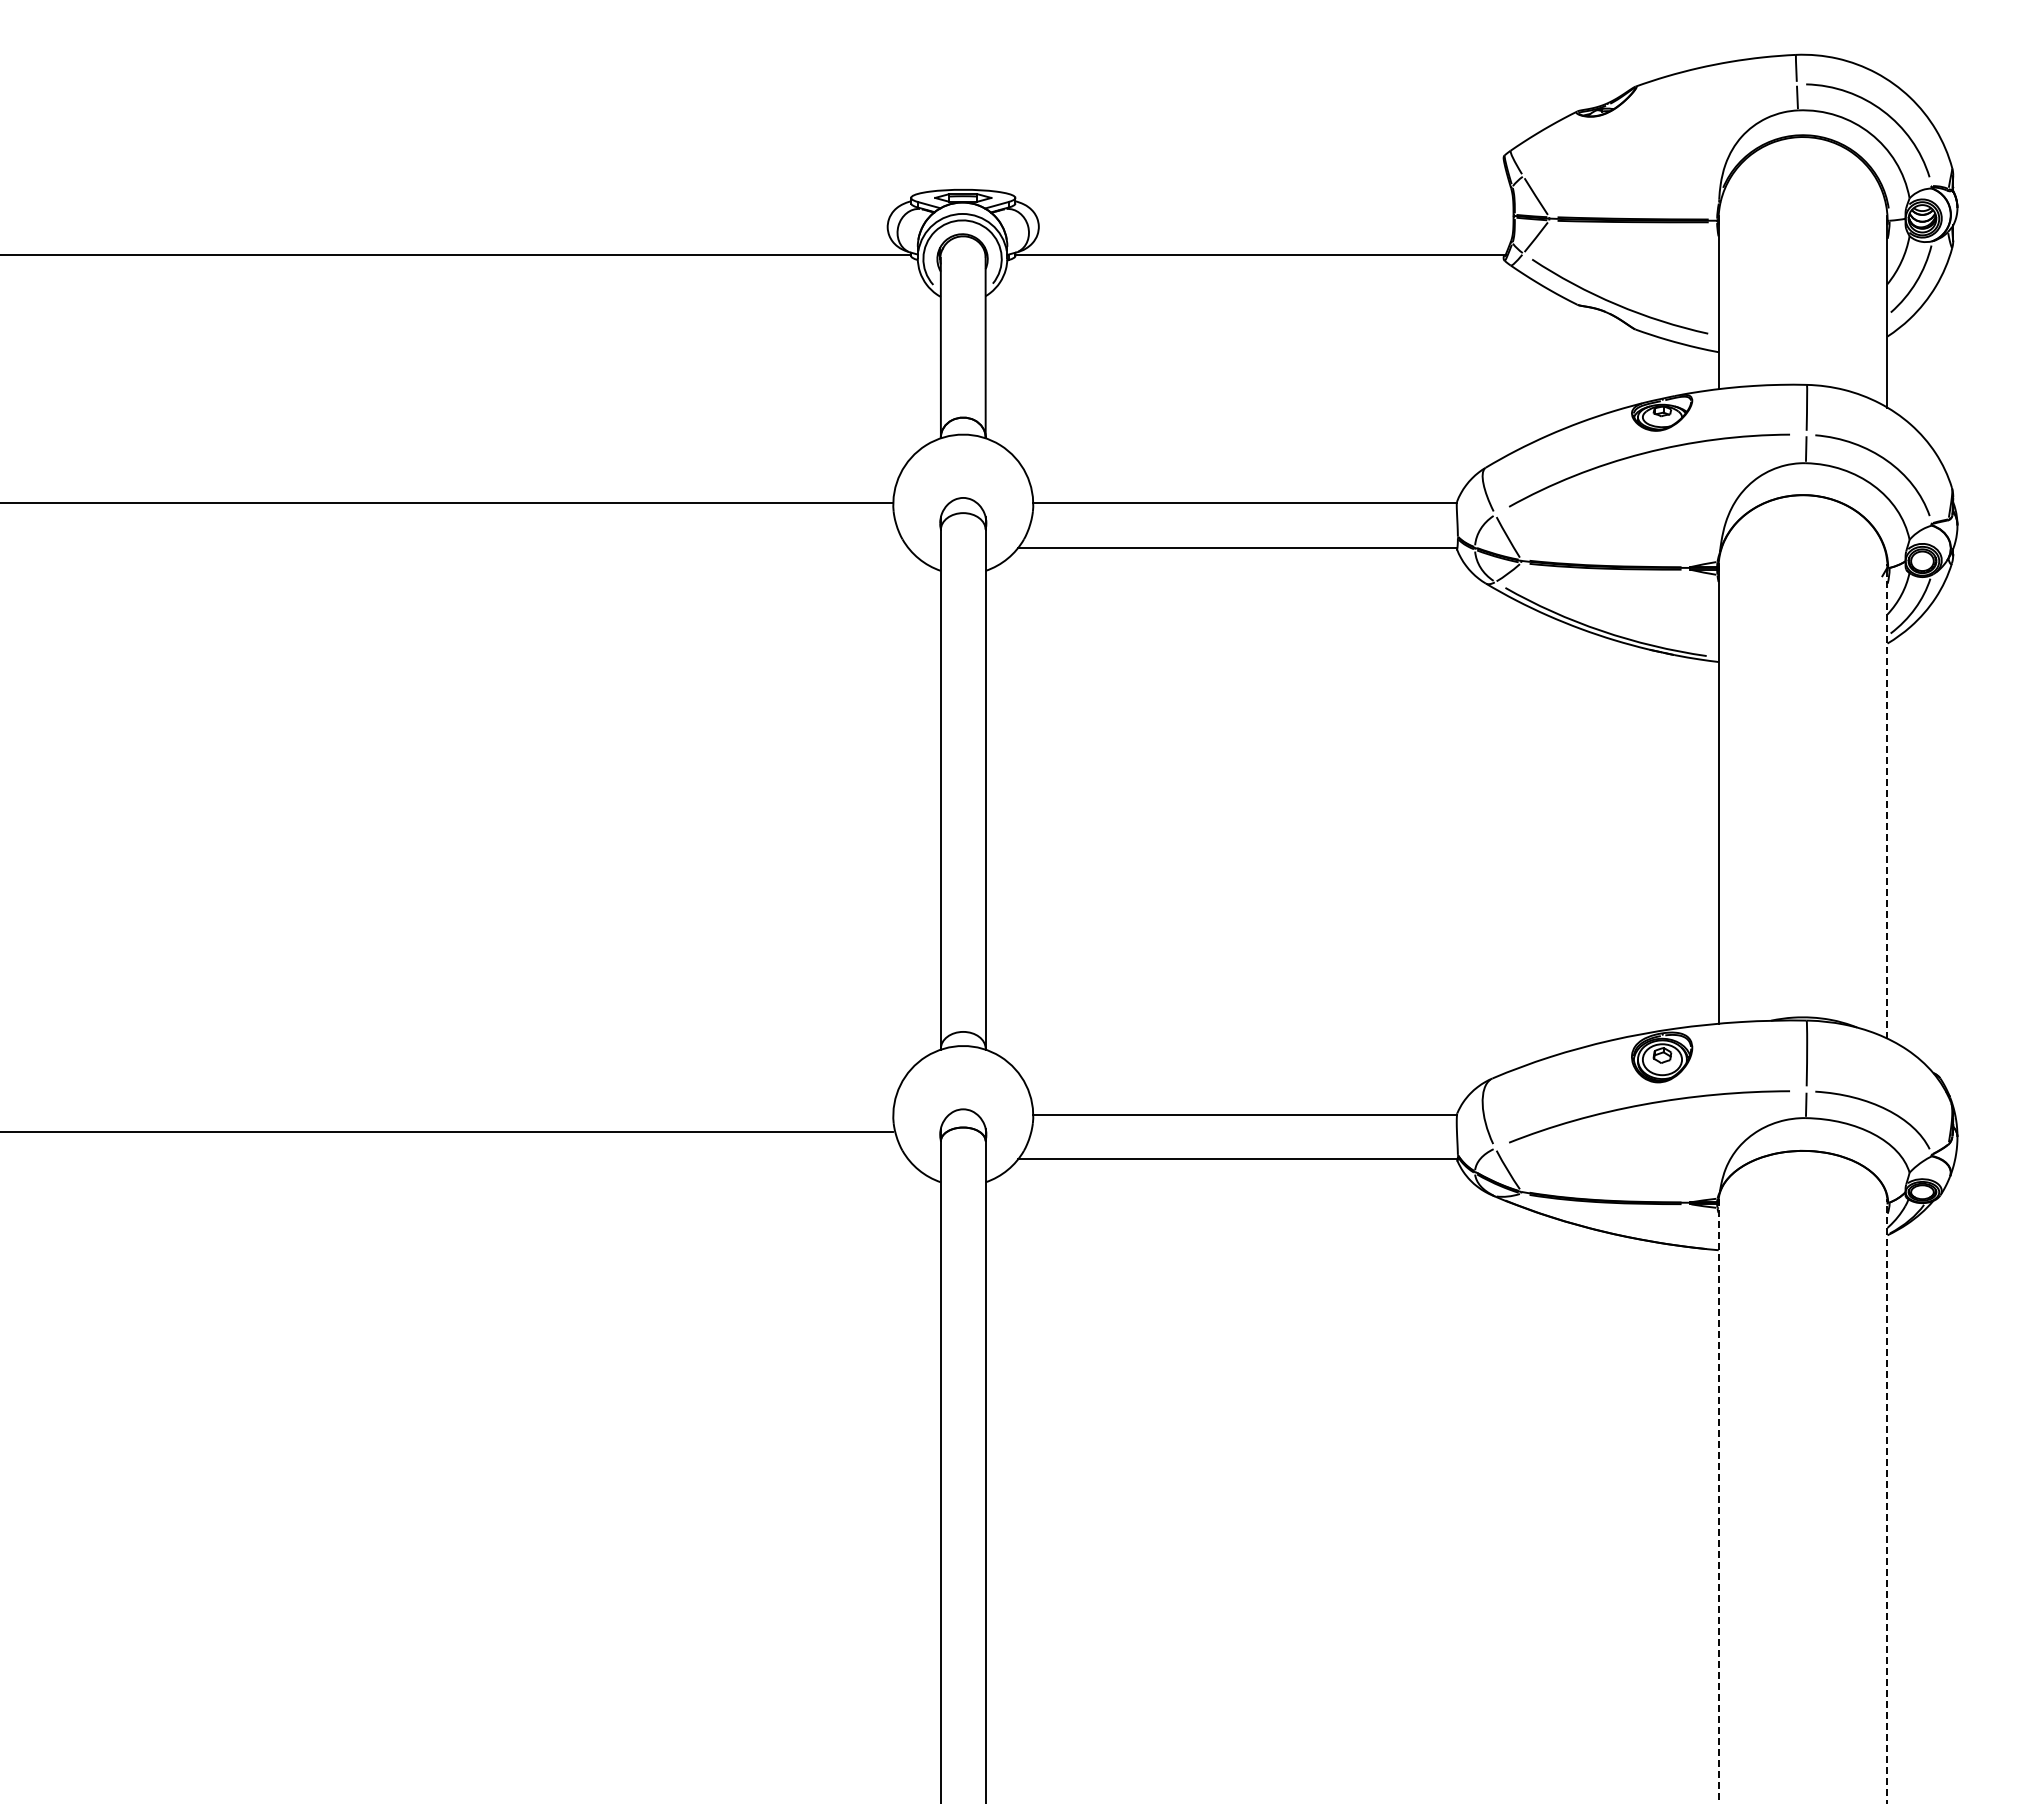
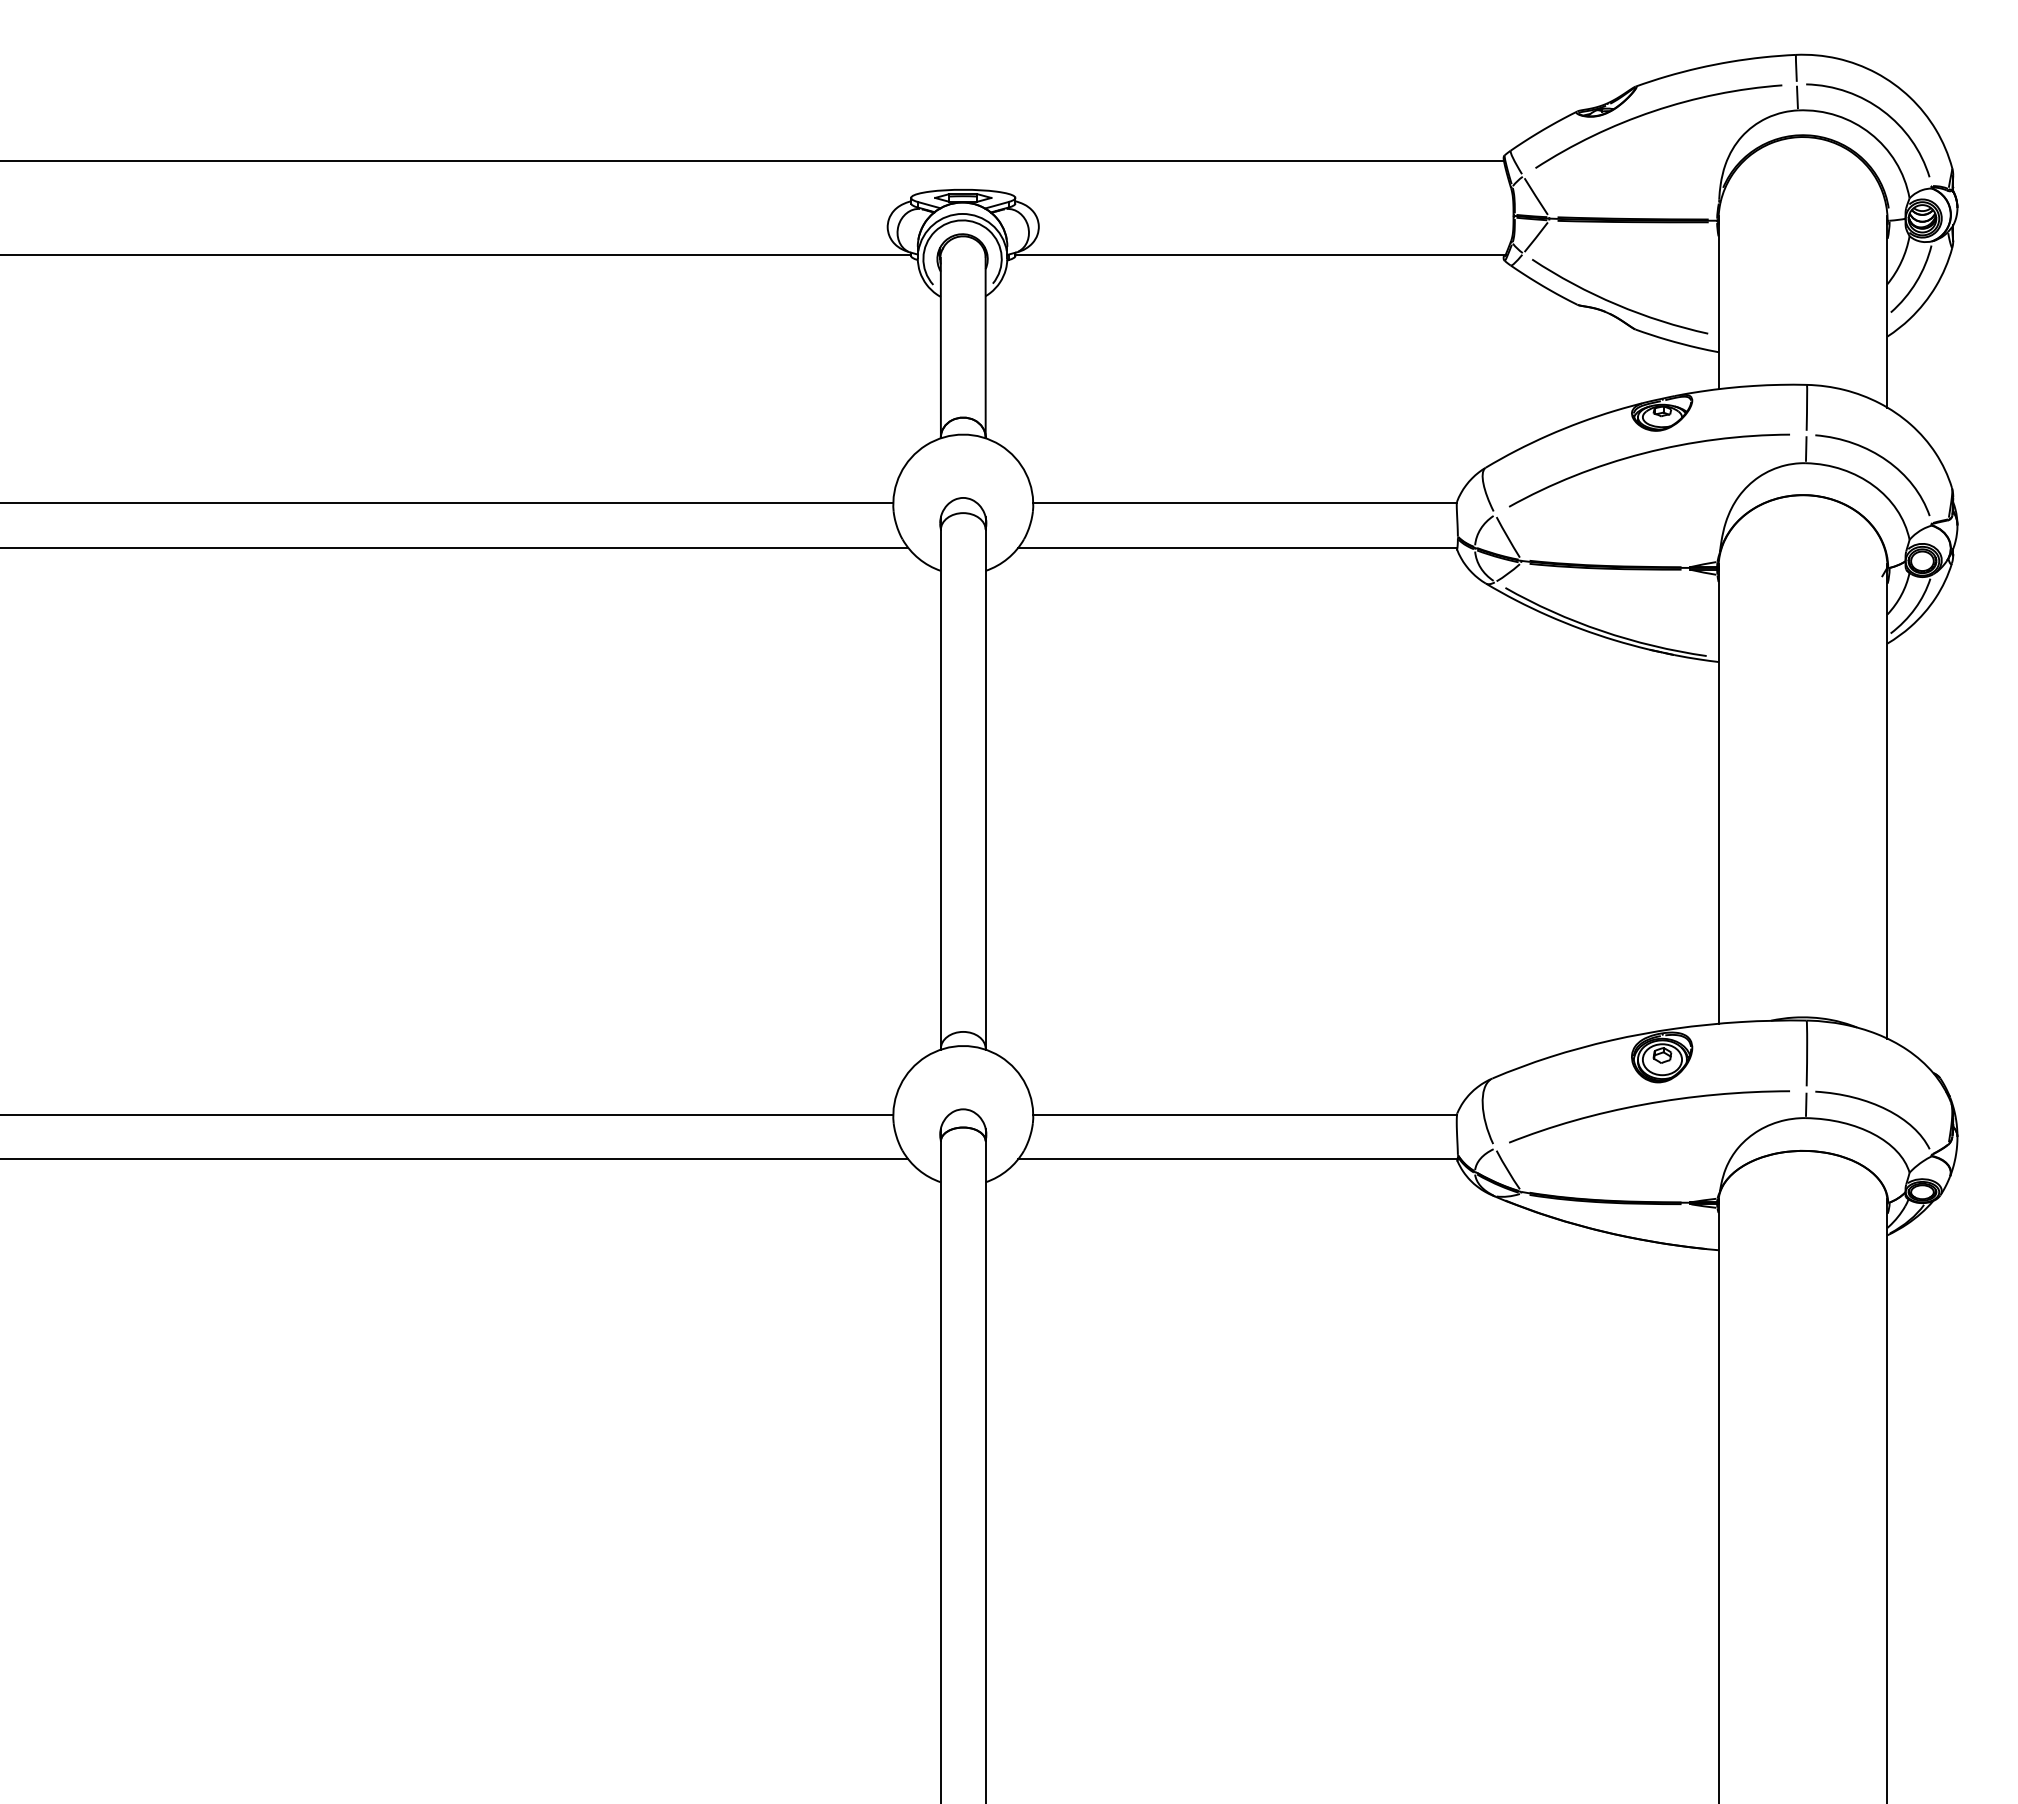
curve at (1653, 112): none -> present
line at (752, 160): none -> present
line at (455, 547): none -> present
line at (1887, 801): dashed -> solid
line at (447, 1131) position: (447, 1131) -> (447, 1114)
line at (455, 1159): none -> present
line at (1887, 1501): dashed -> solid
line at (1718, 1502): dashed -> solid
